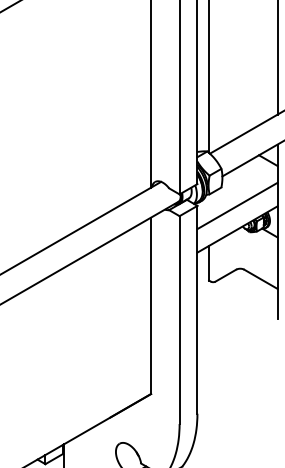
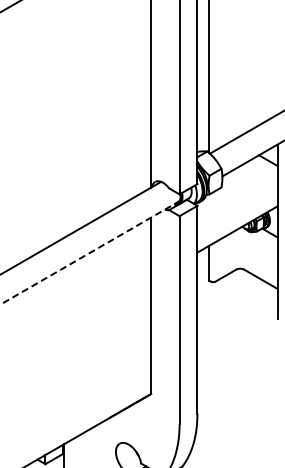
line at (277, 58): present -> none
line at (237, 205): present -> none
line at (90, 252): solid -> dashed
